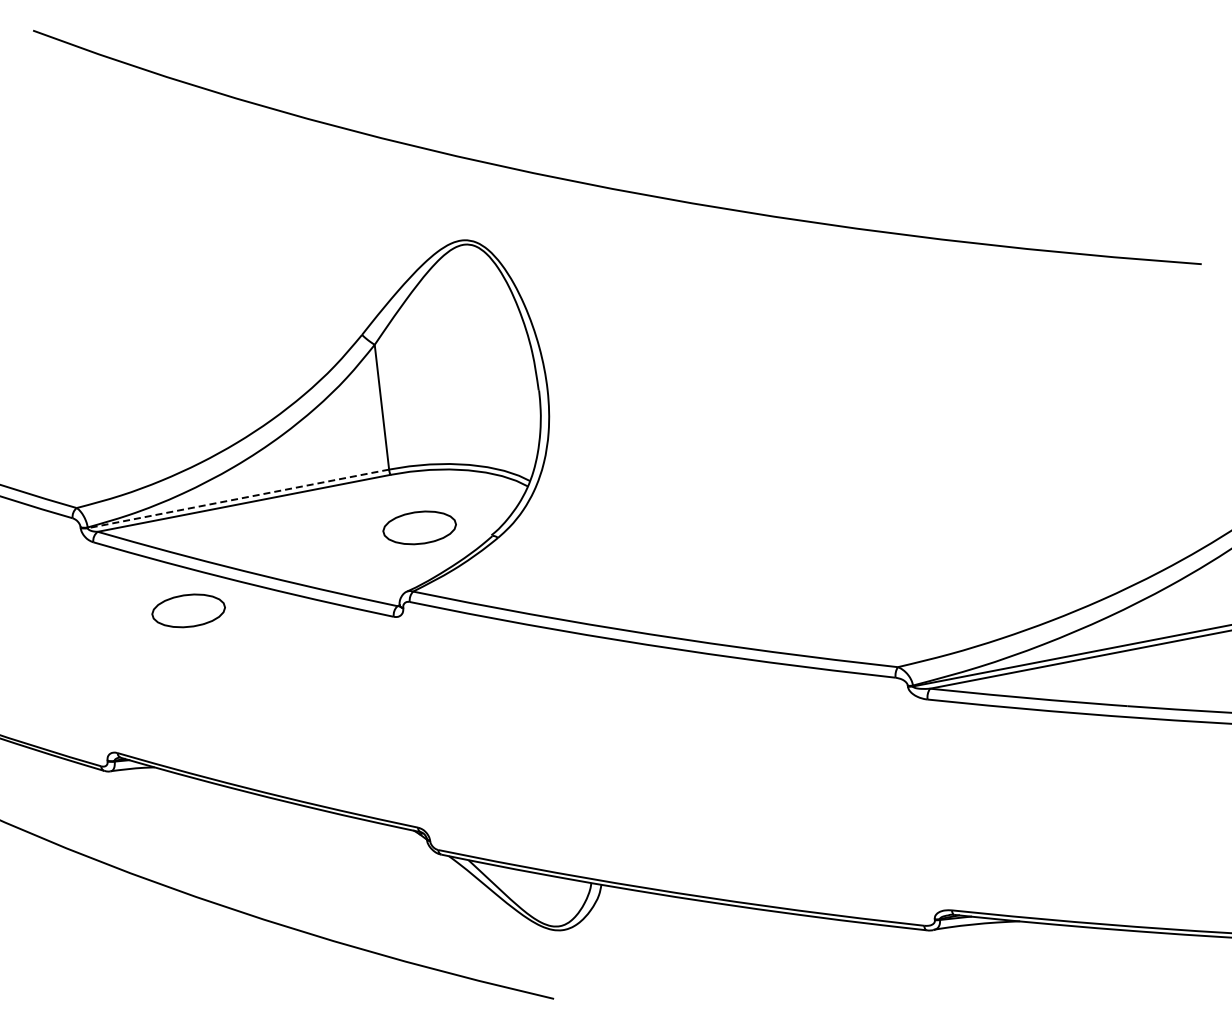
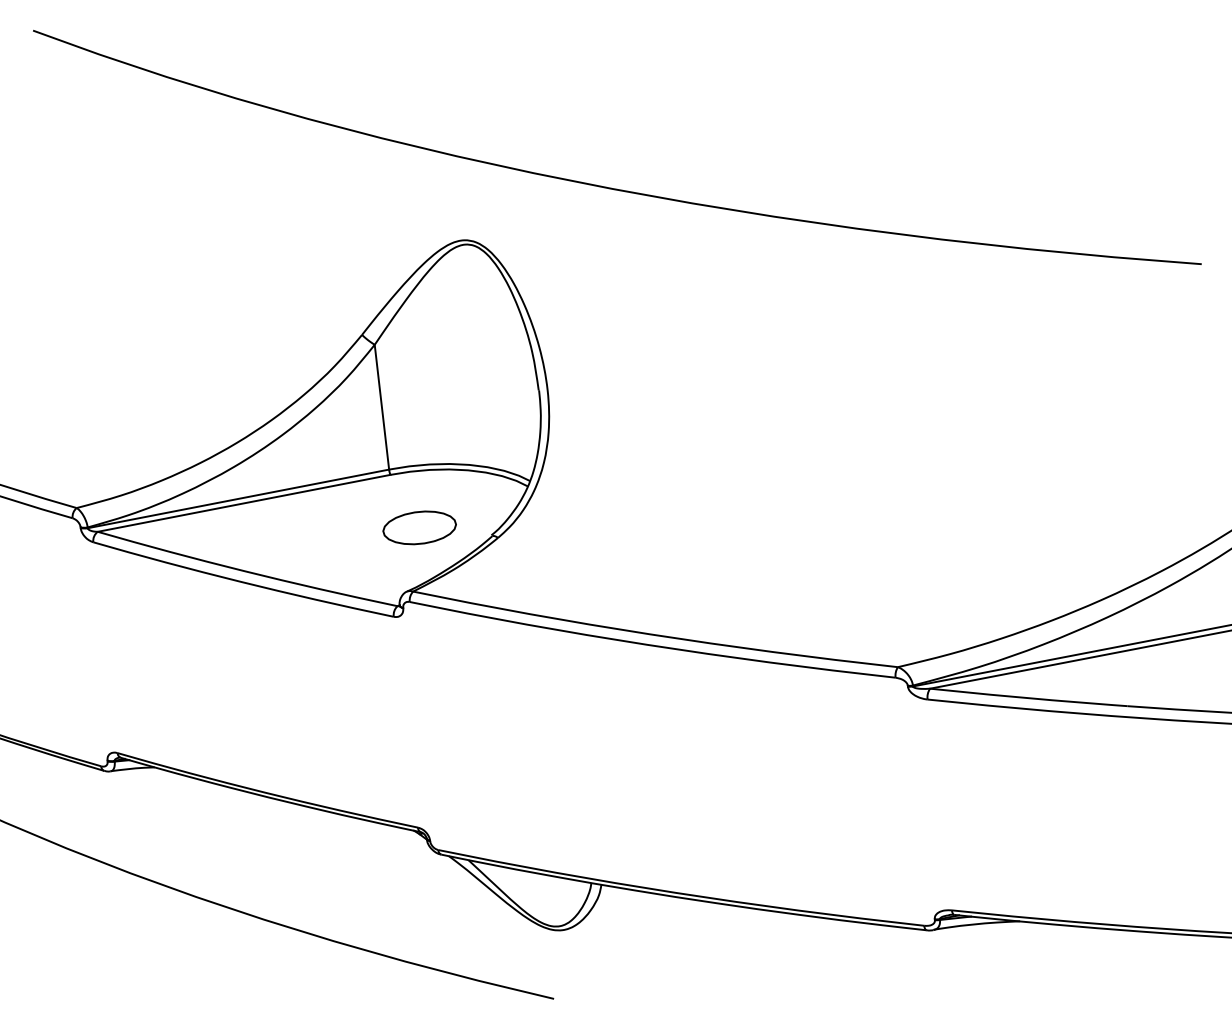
line at (238, 499): dashed -> solid
part at (188, 610): present -> none
